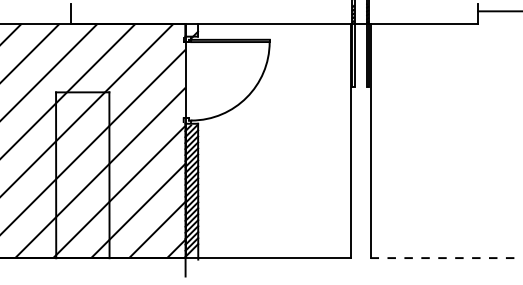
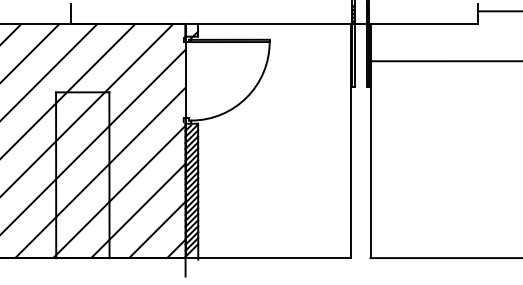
line at (444, 61): none -> present
line at (446, 258): dashed -> solid
